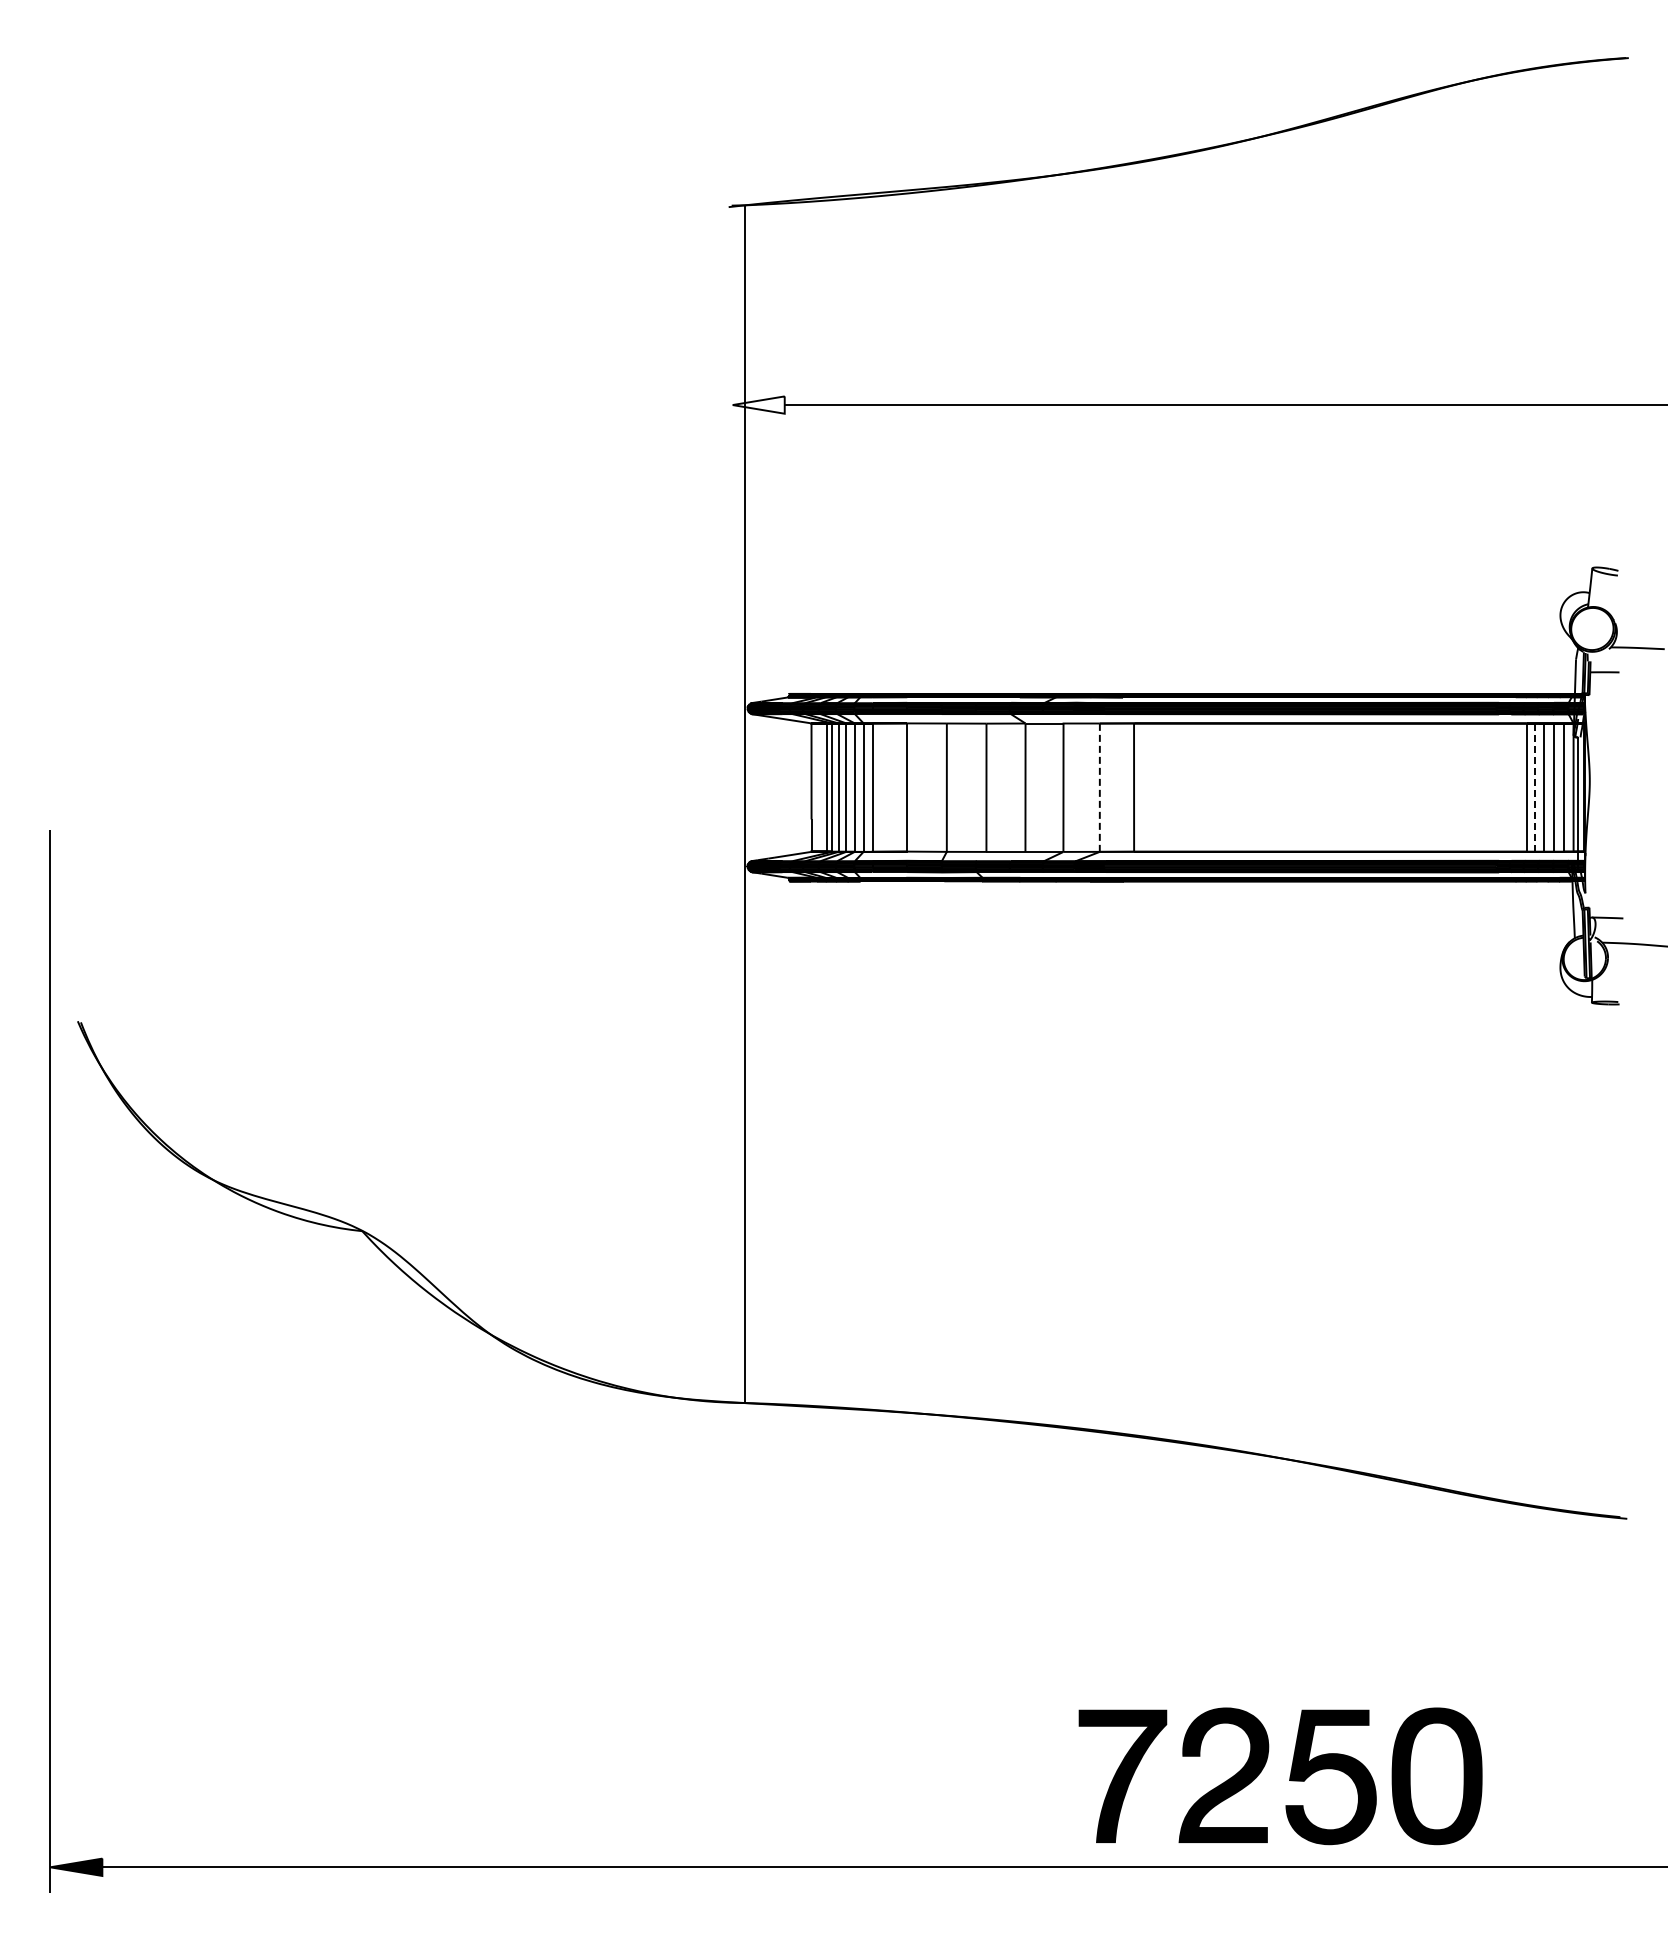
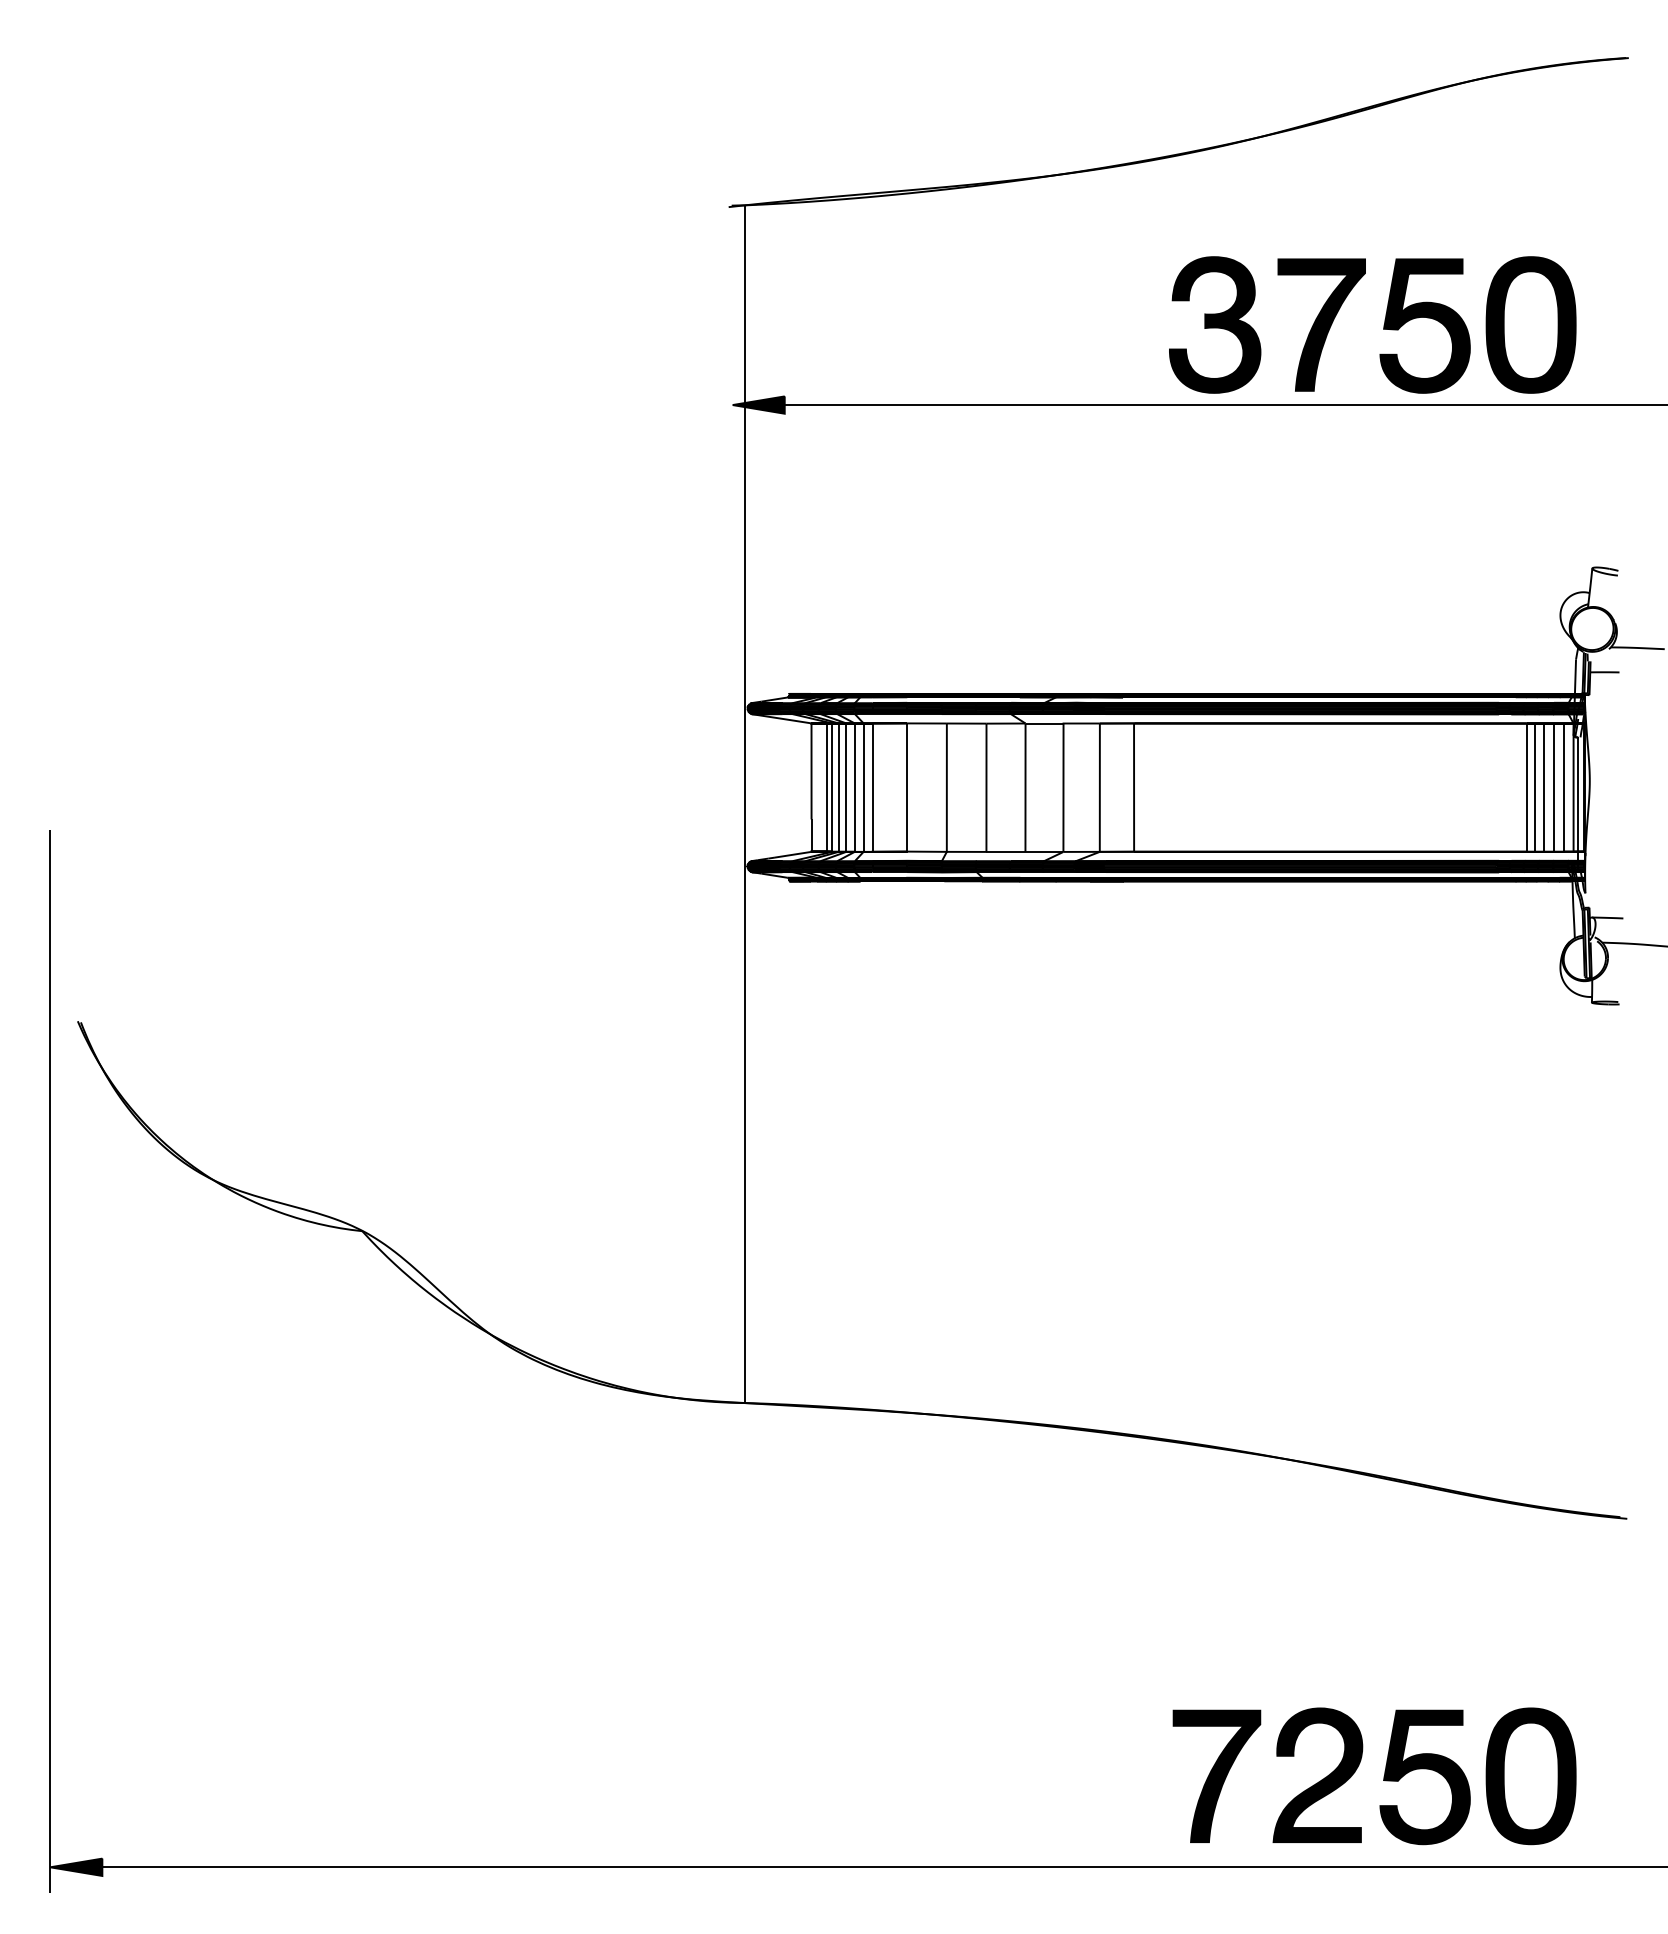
part at (1383, 325): none -> present
fill at (758, 404): none -> present
line at (1535, 781): dashed -> solid
line at (1099, 787): dashed -> solid
part at (1289, 1776) position: (1289, 1776) -> (1383, 1776)
